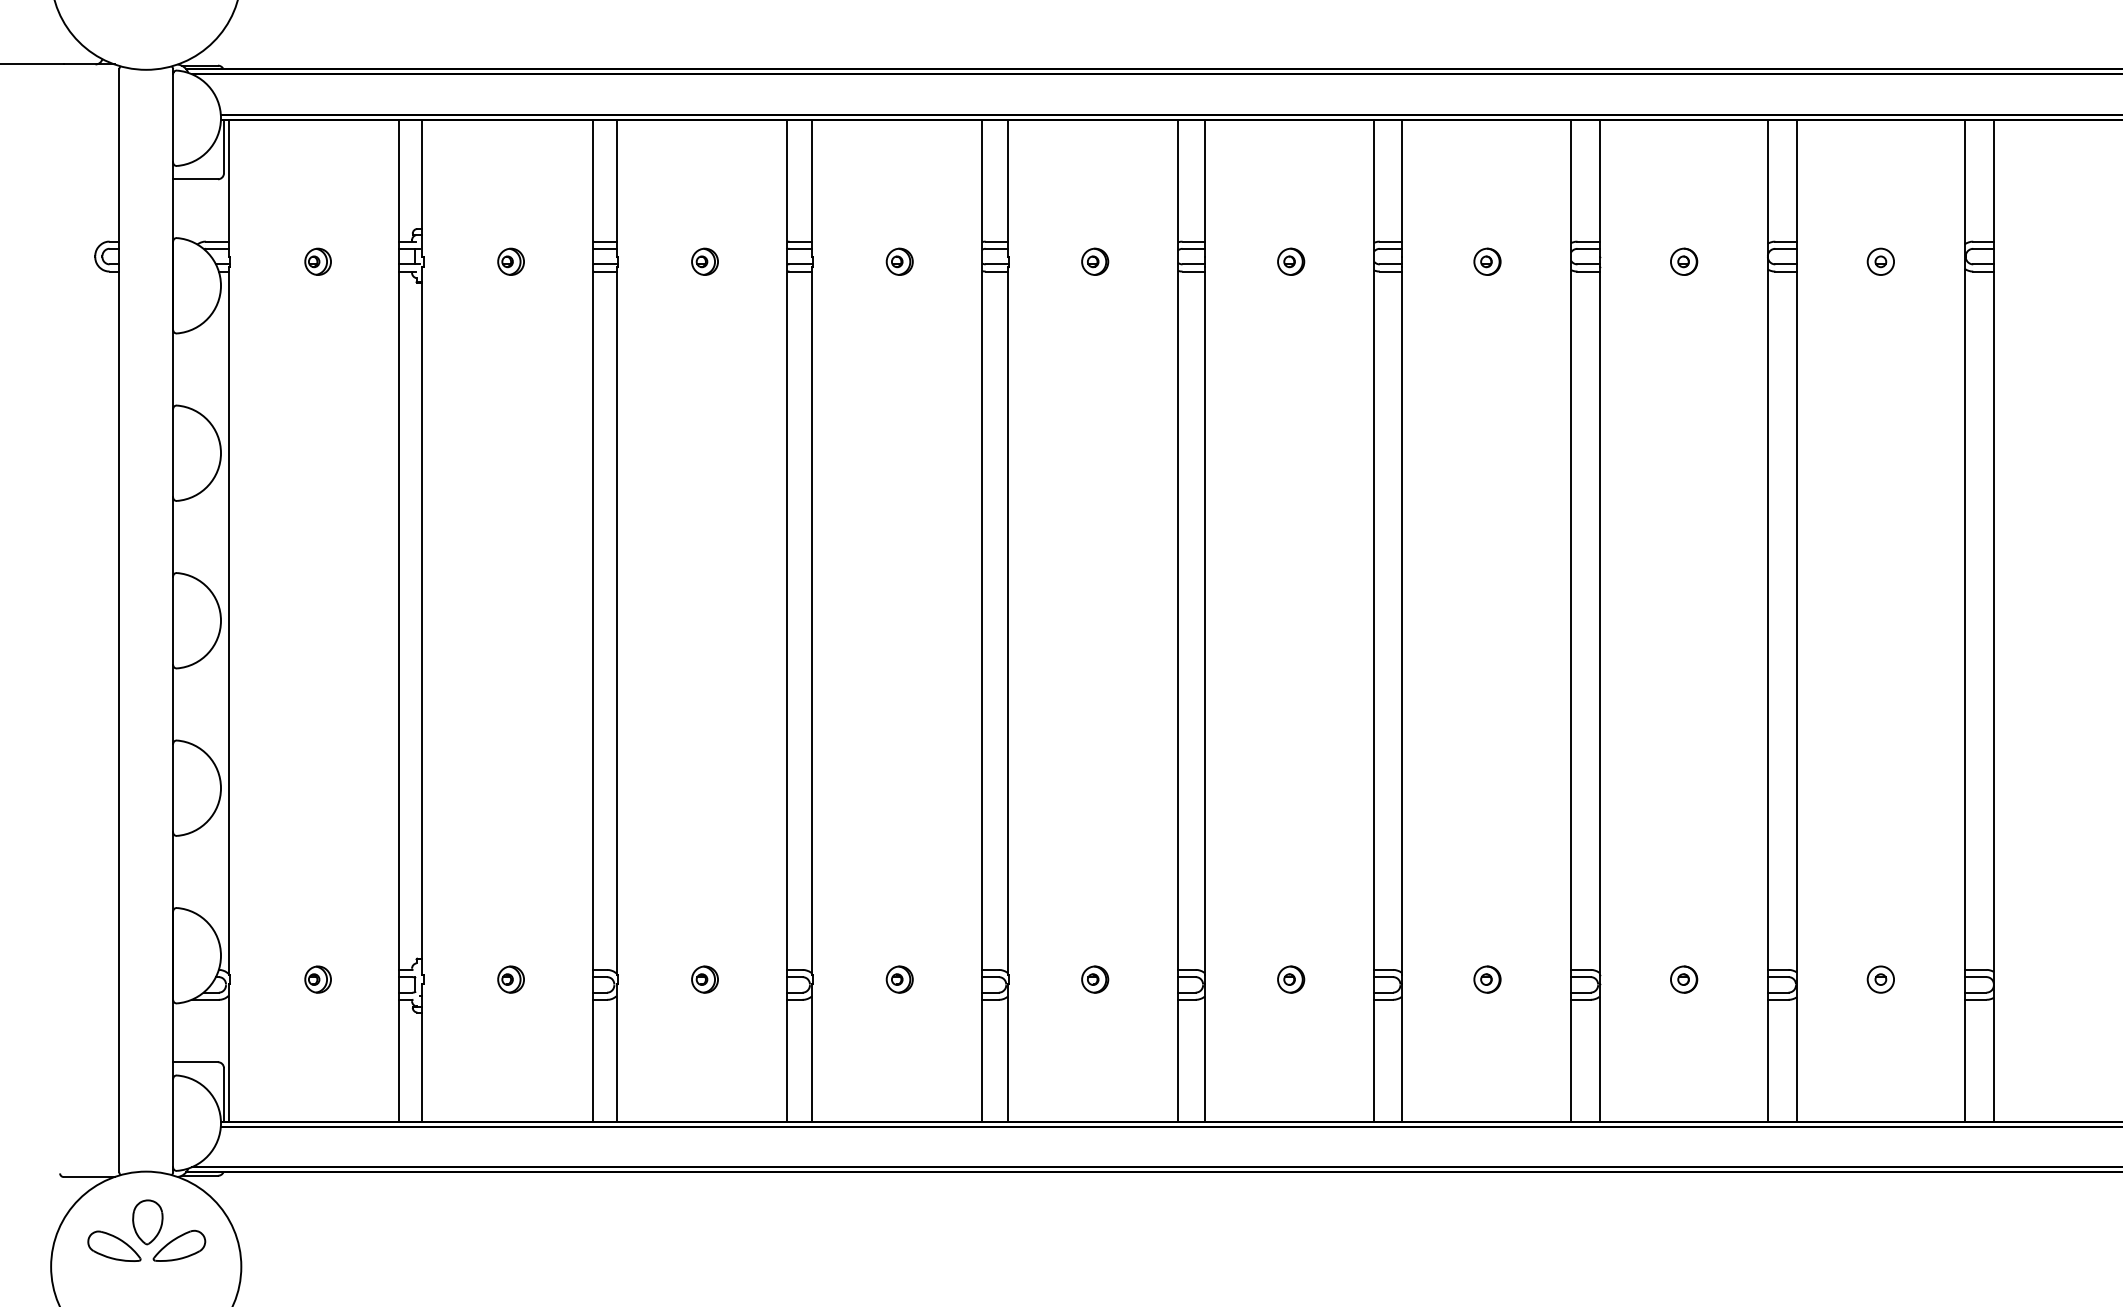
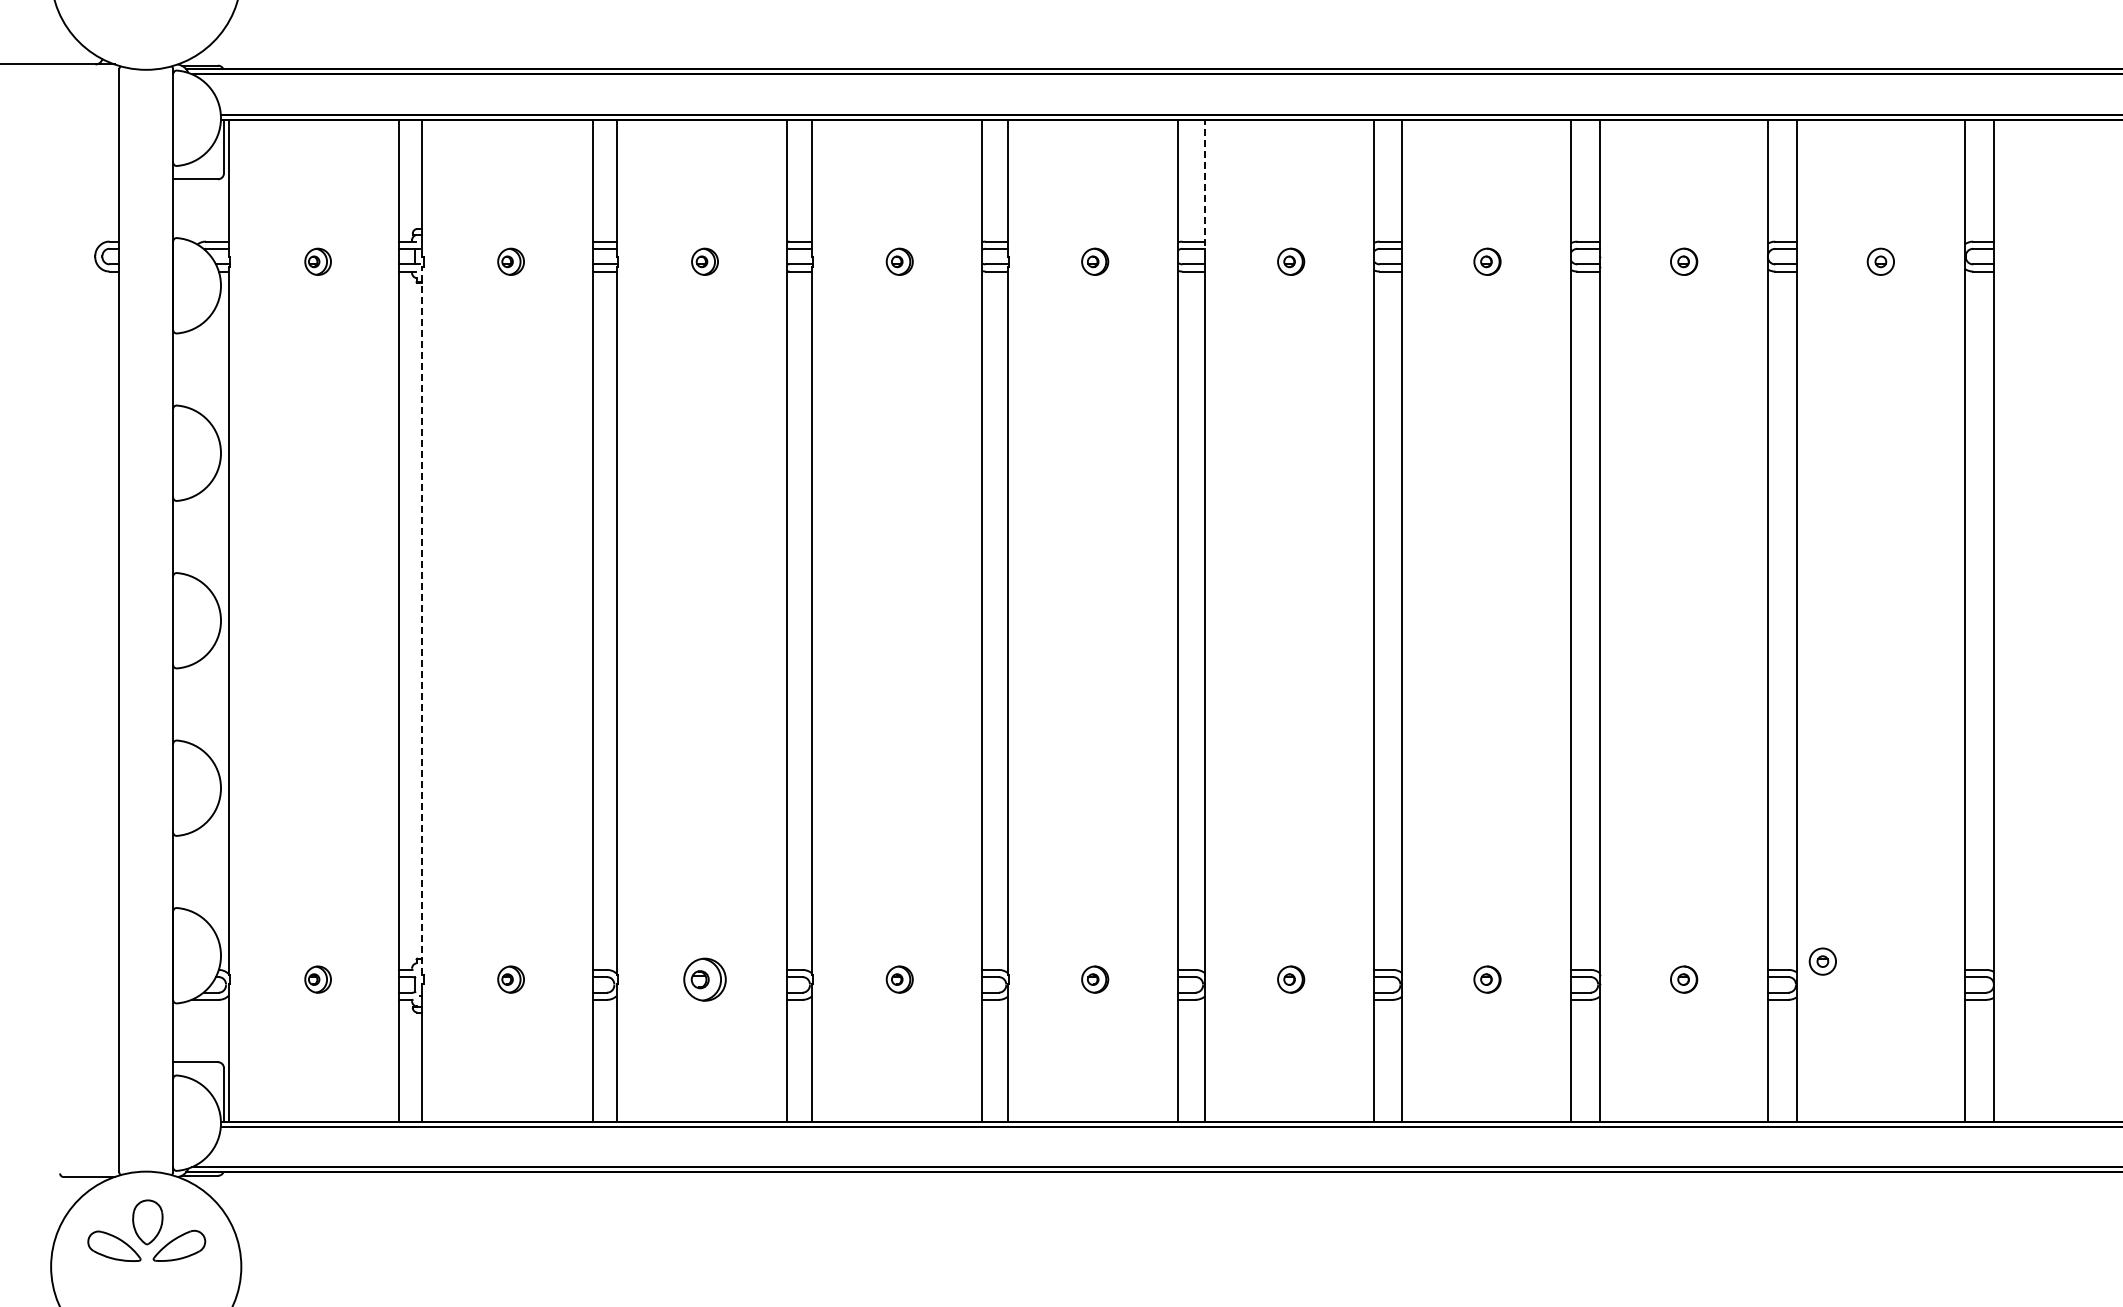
line at (1204, 188): solid -> dashed
line at (422, 620): solid -> dashed
part at (704, 979) size: 28x29 px -> 44x45 px
part at (1880, 979) position: (1880, 979) -> (1822, 961)
